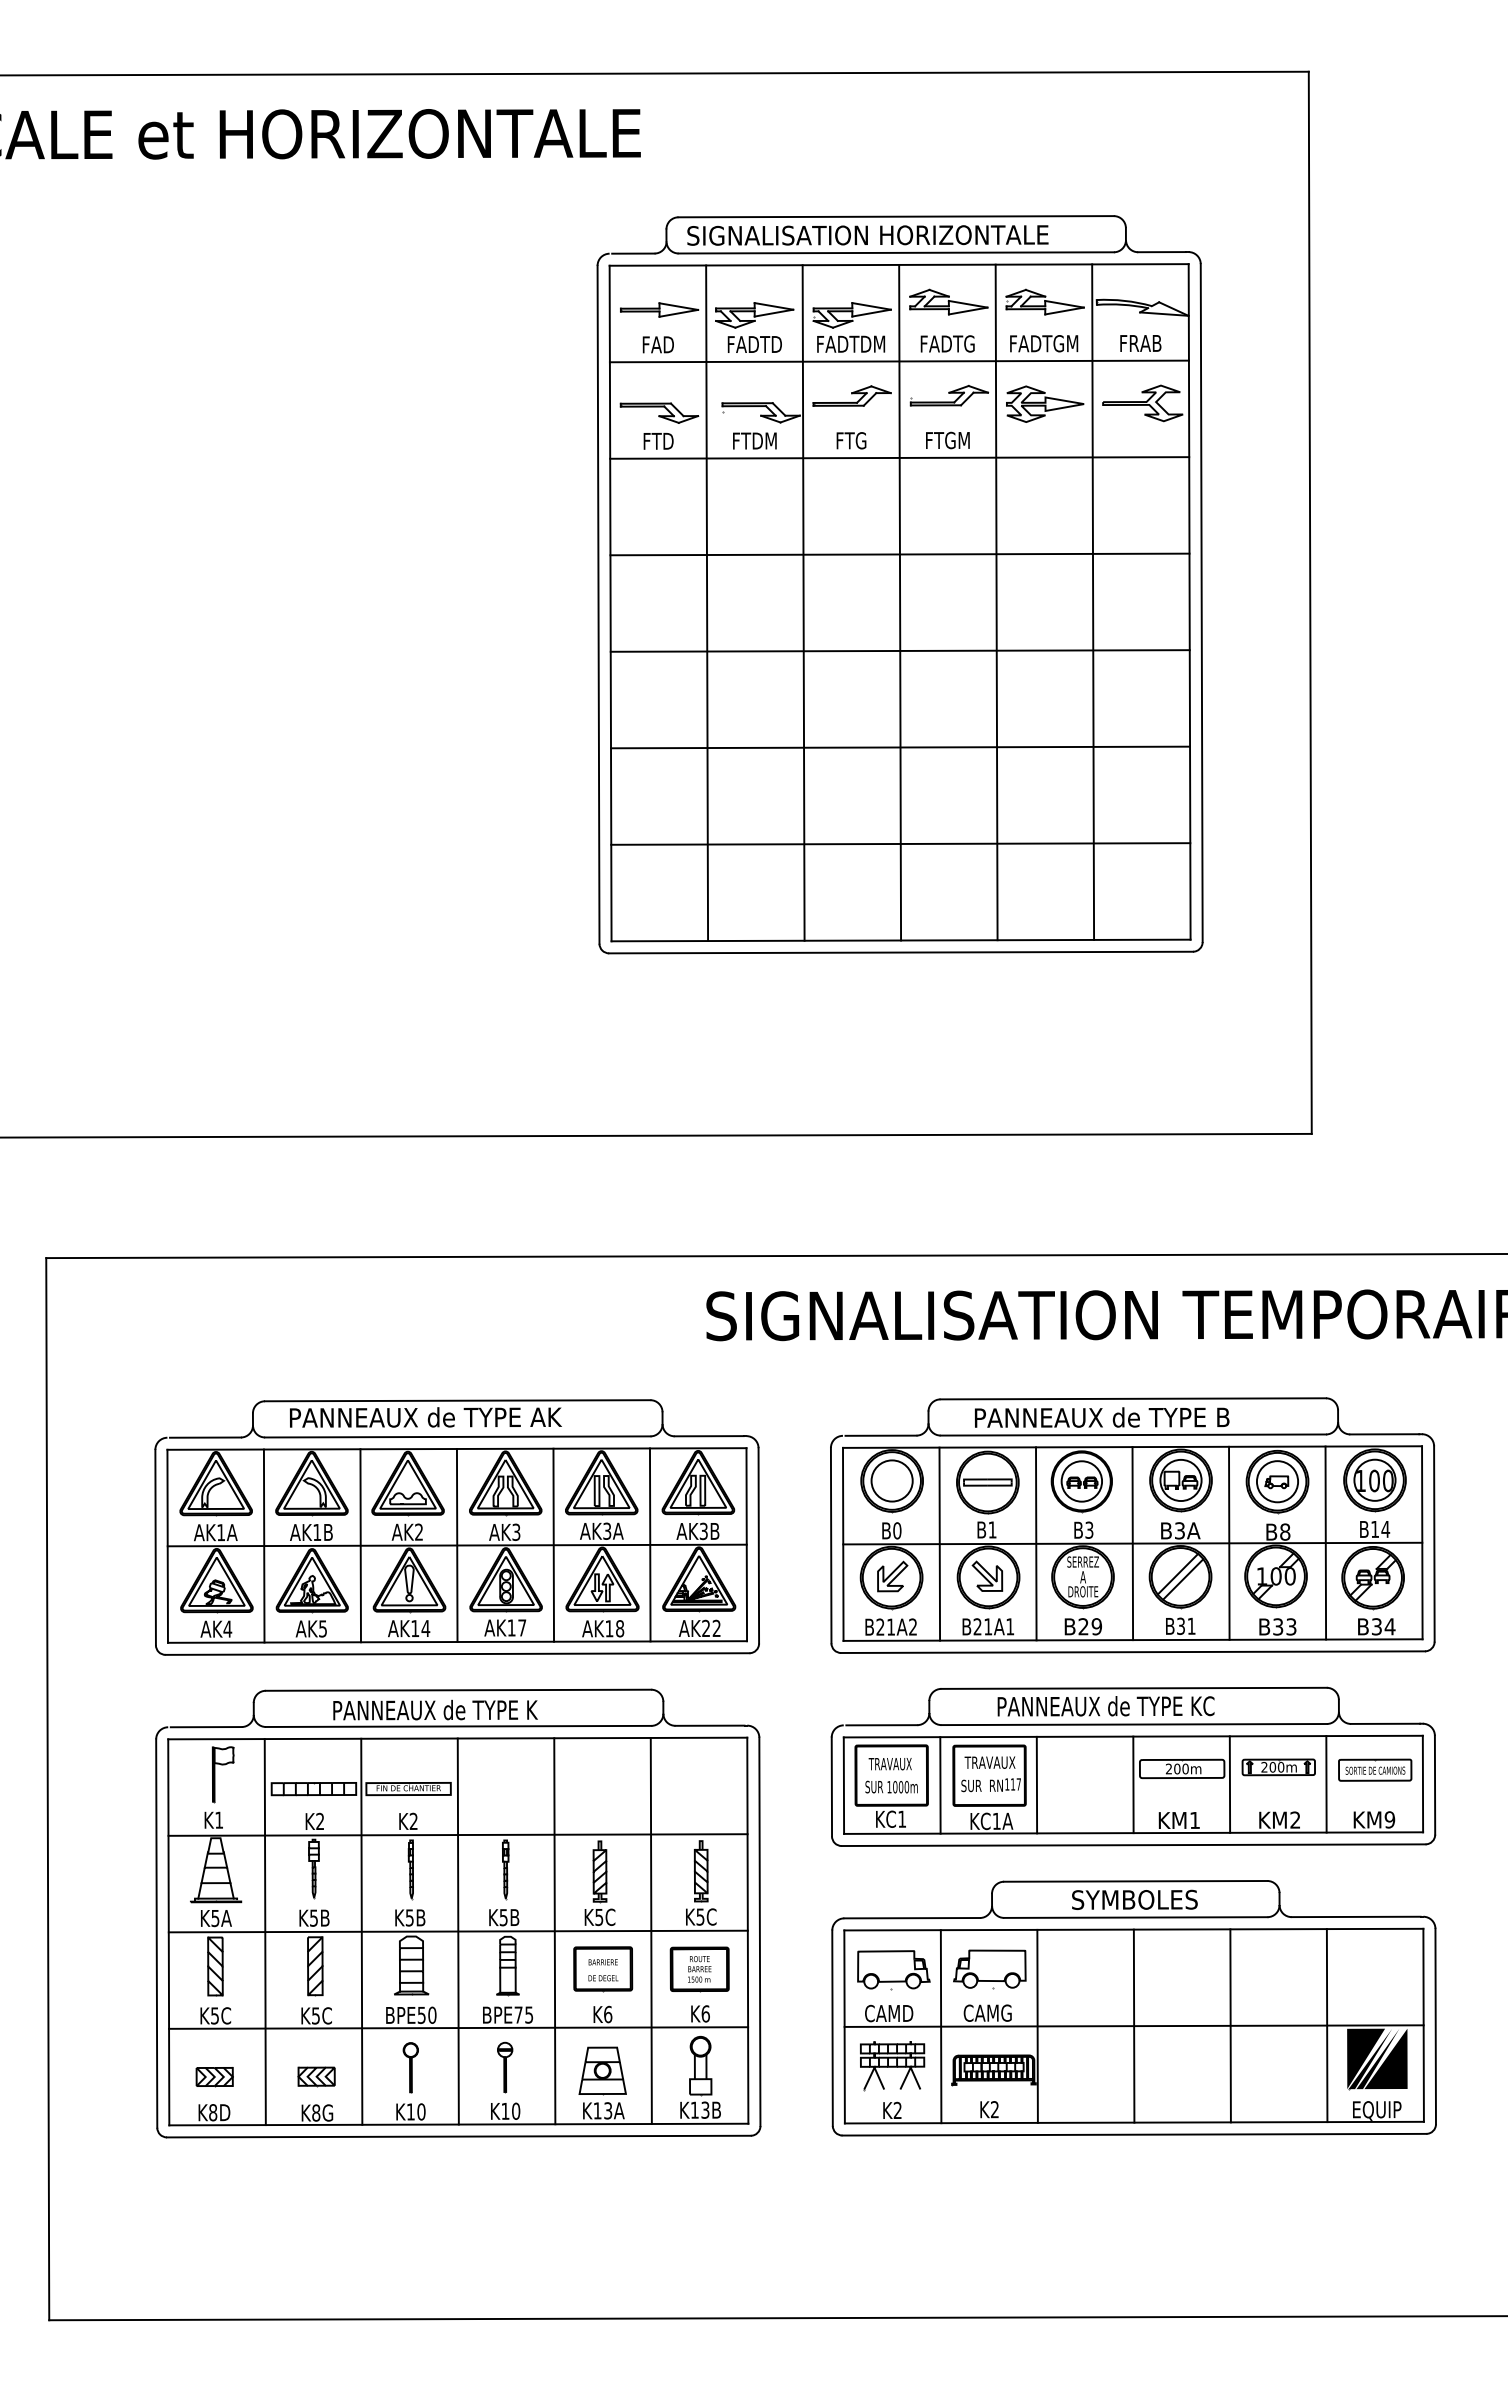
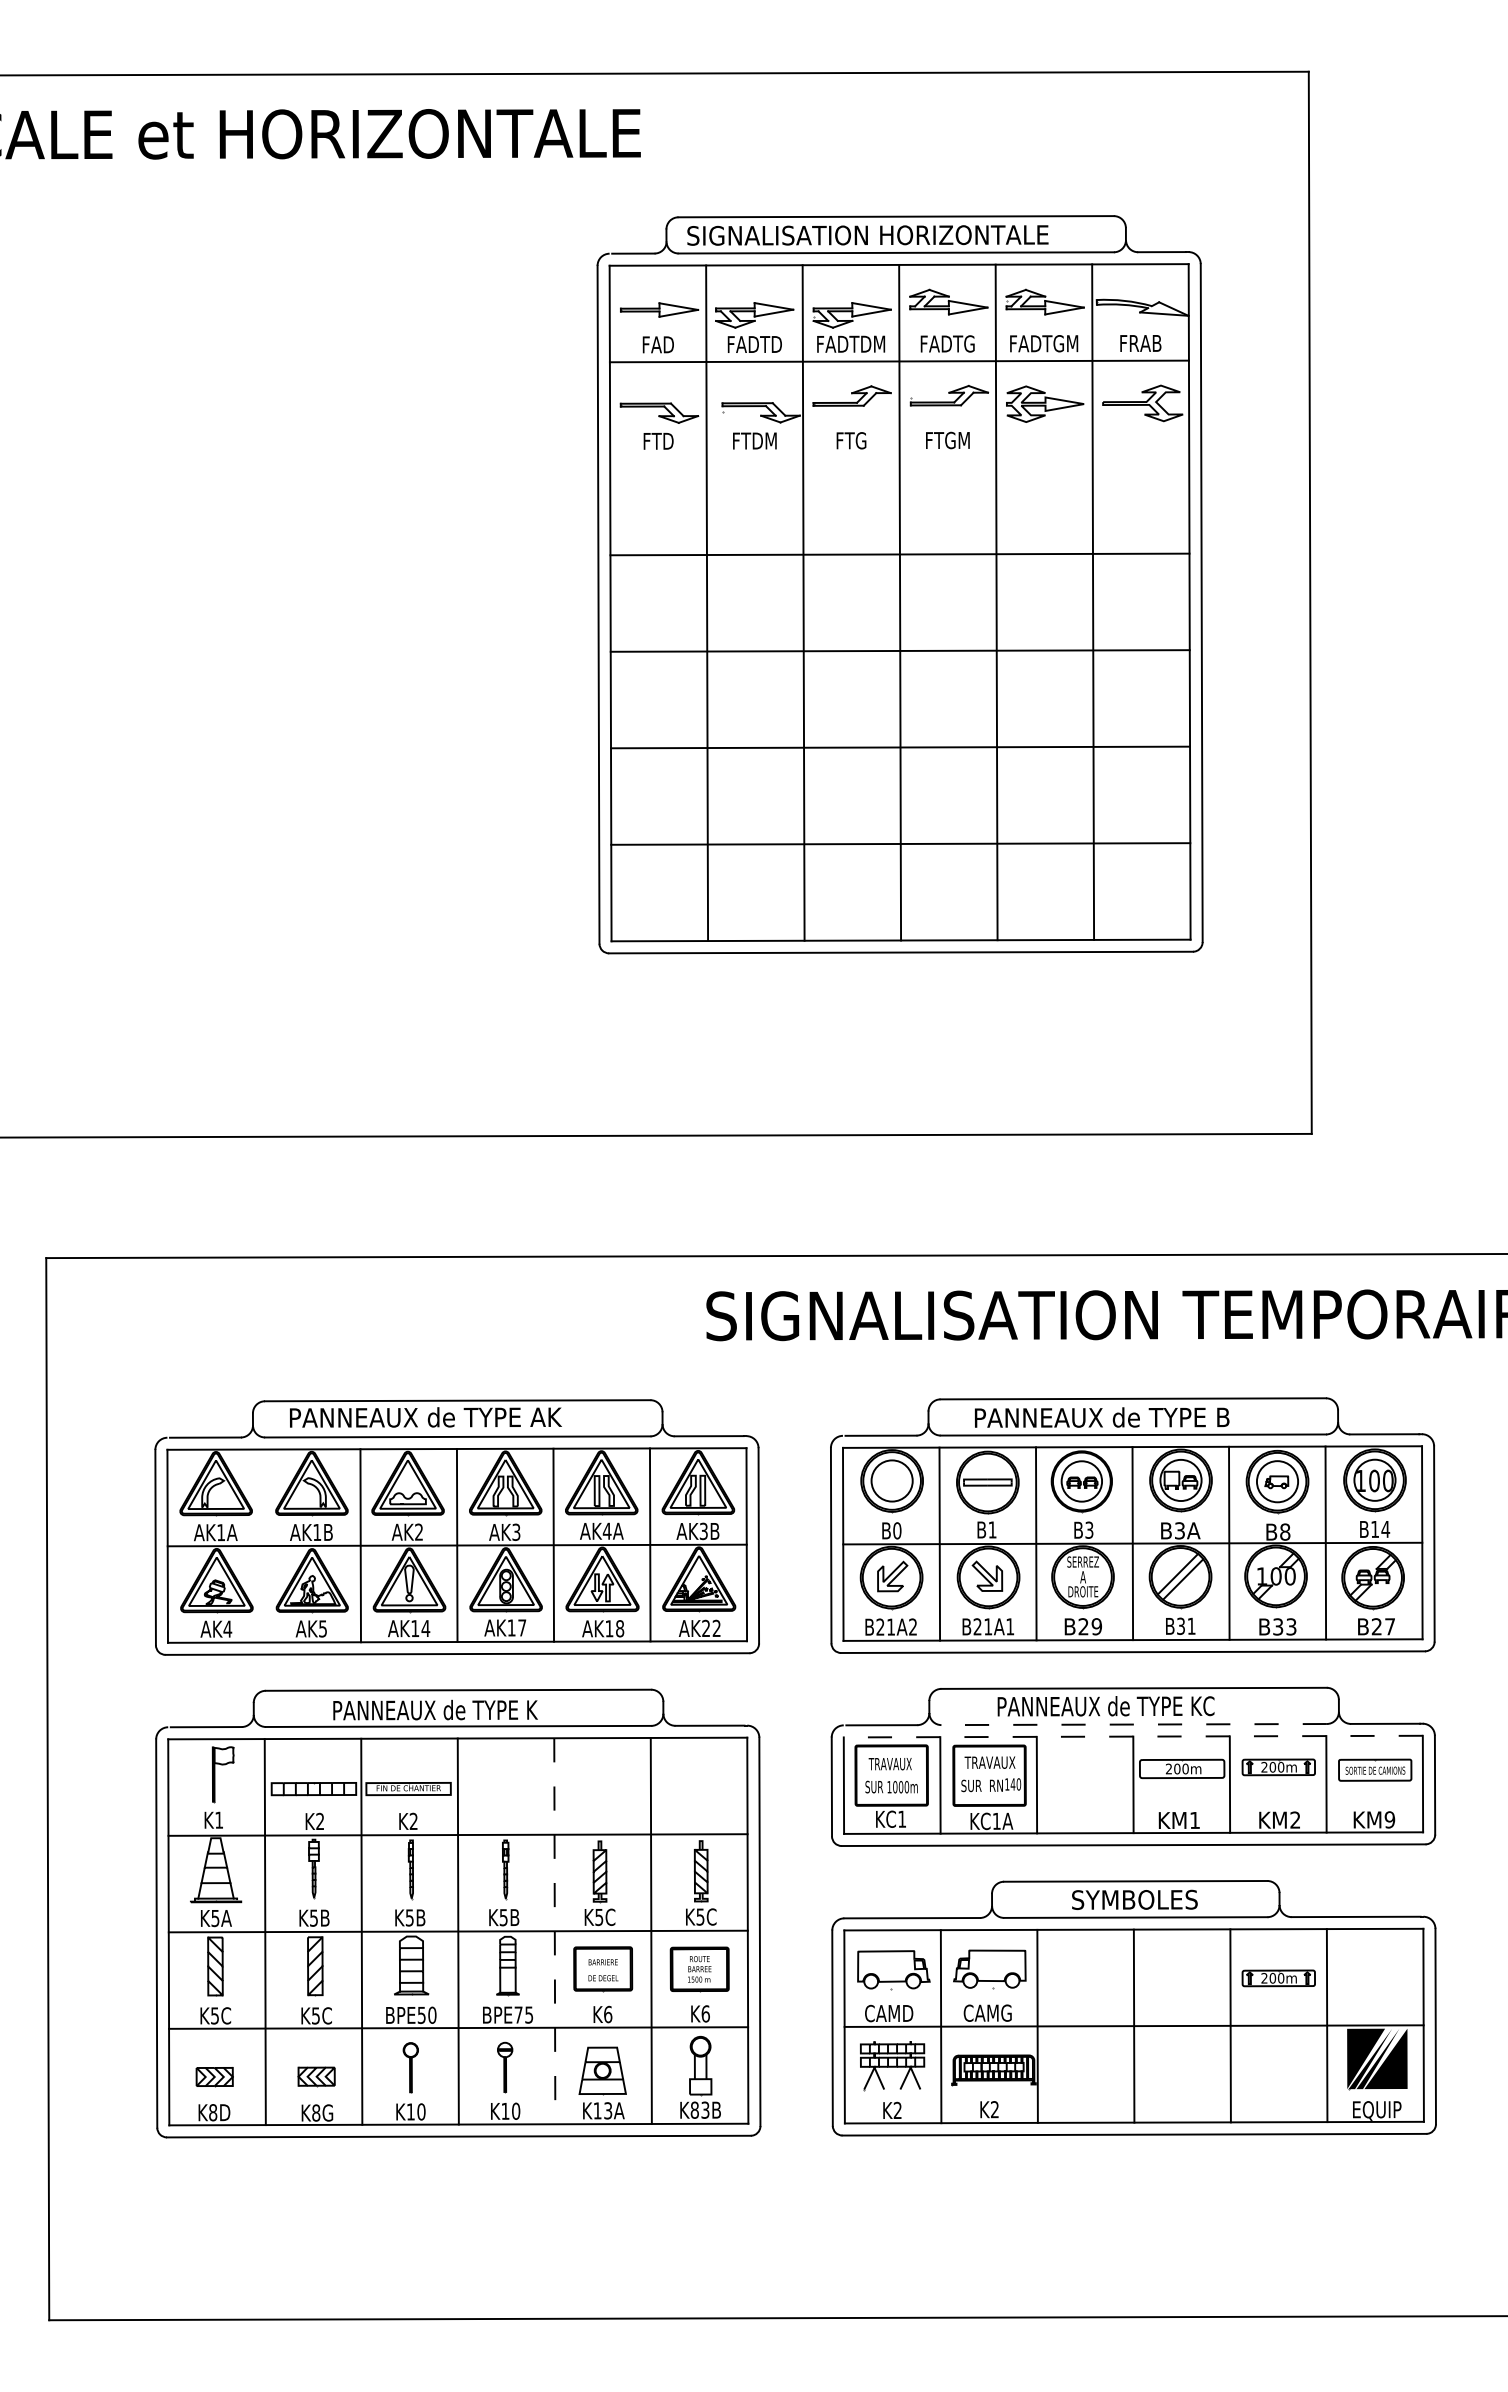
line at (899, 457): present -> none
text at (606, 1530): AK3A -> AK4A
line at (263, 1545): present -> none
text at (1383, 1626): B34 -> B27
line at (1134, 1724): solid -> dashed
line at (1133, 1736): solid -> dashed
text at (1015, 1784): 117 -> 140
line at (554, 1931): solid -> dashed
part at (1278, 1978): none -> present
text at (694, 2109): K13B -> K83B
